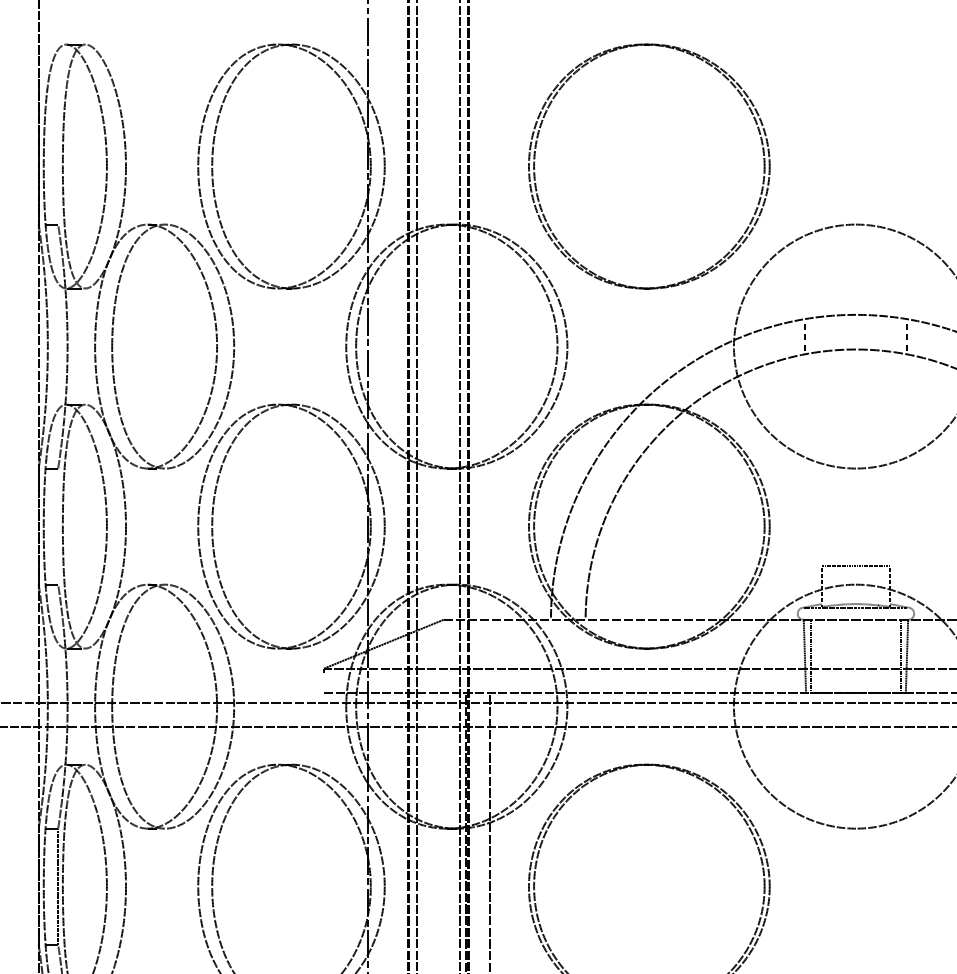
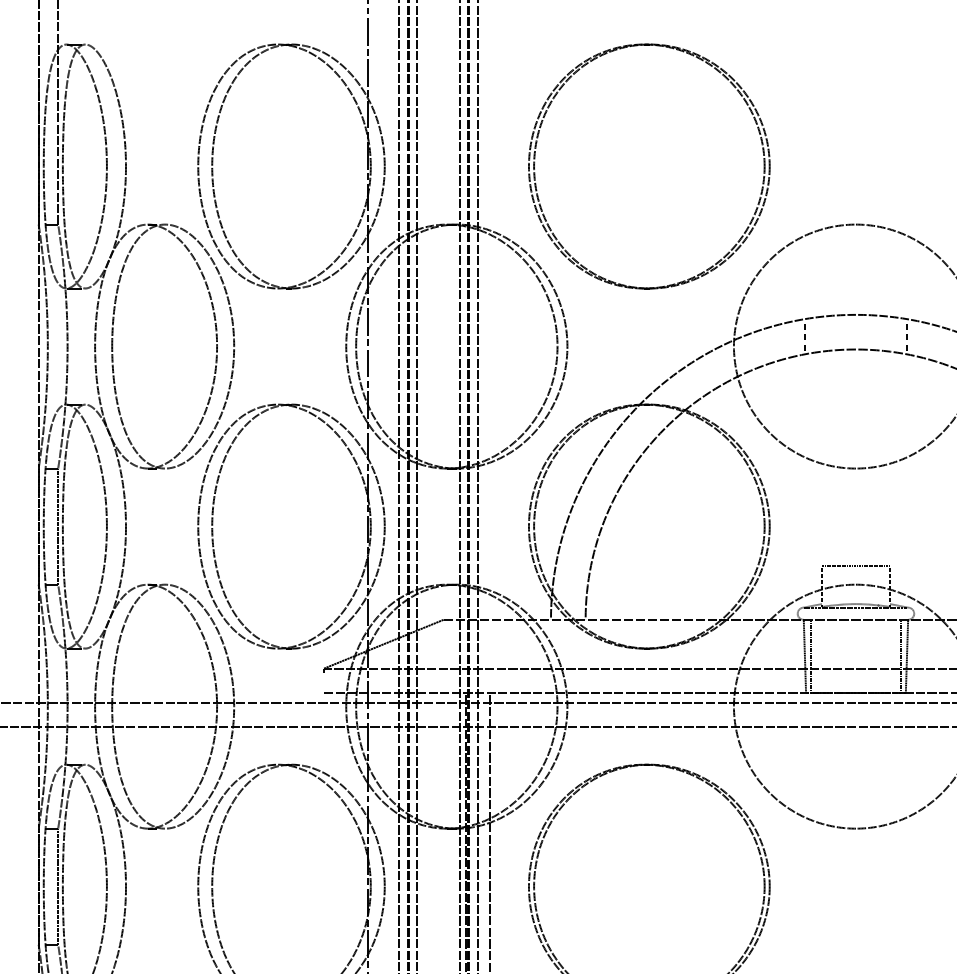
line at (58, 113): none -> present
line at (399, 486): none -> present
line at (477, 486): none -> present
line at (58, 526): none -> present
